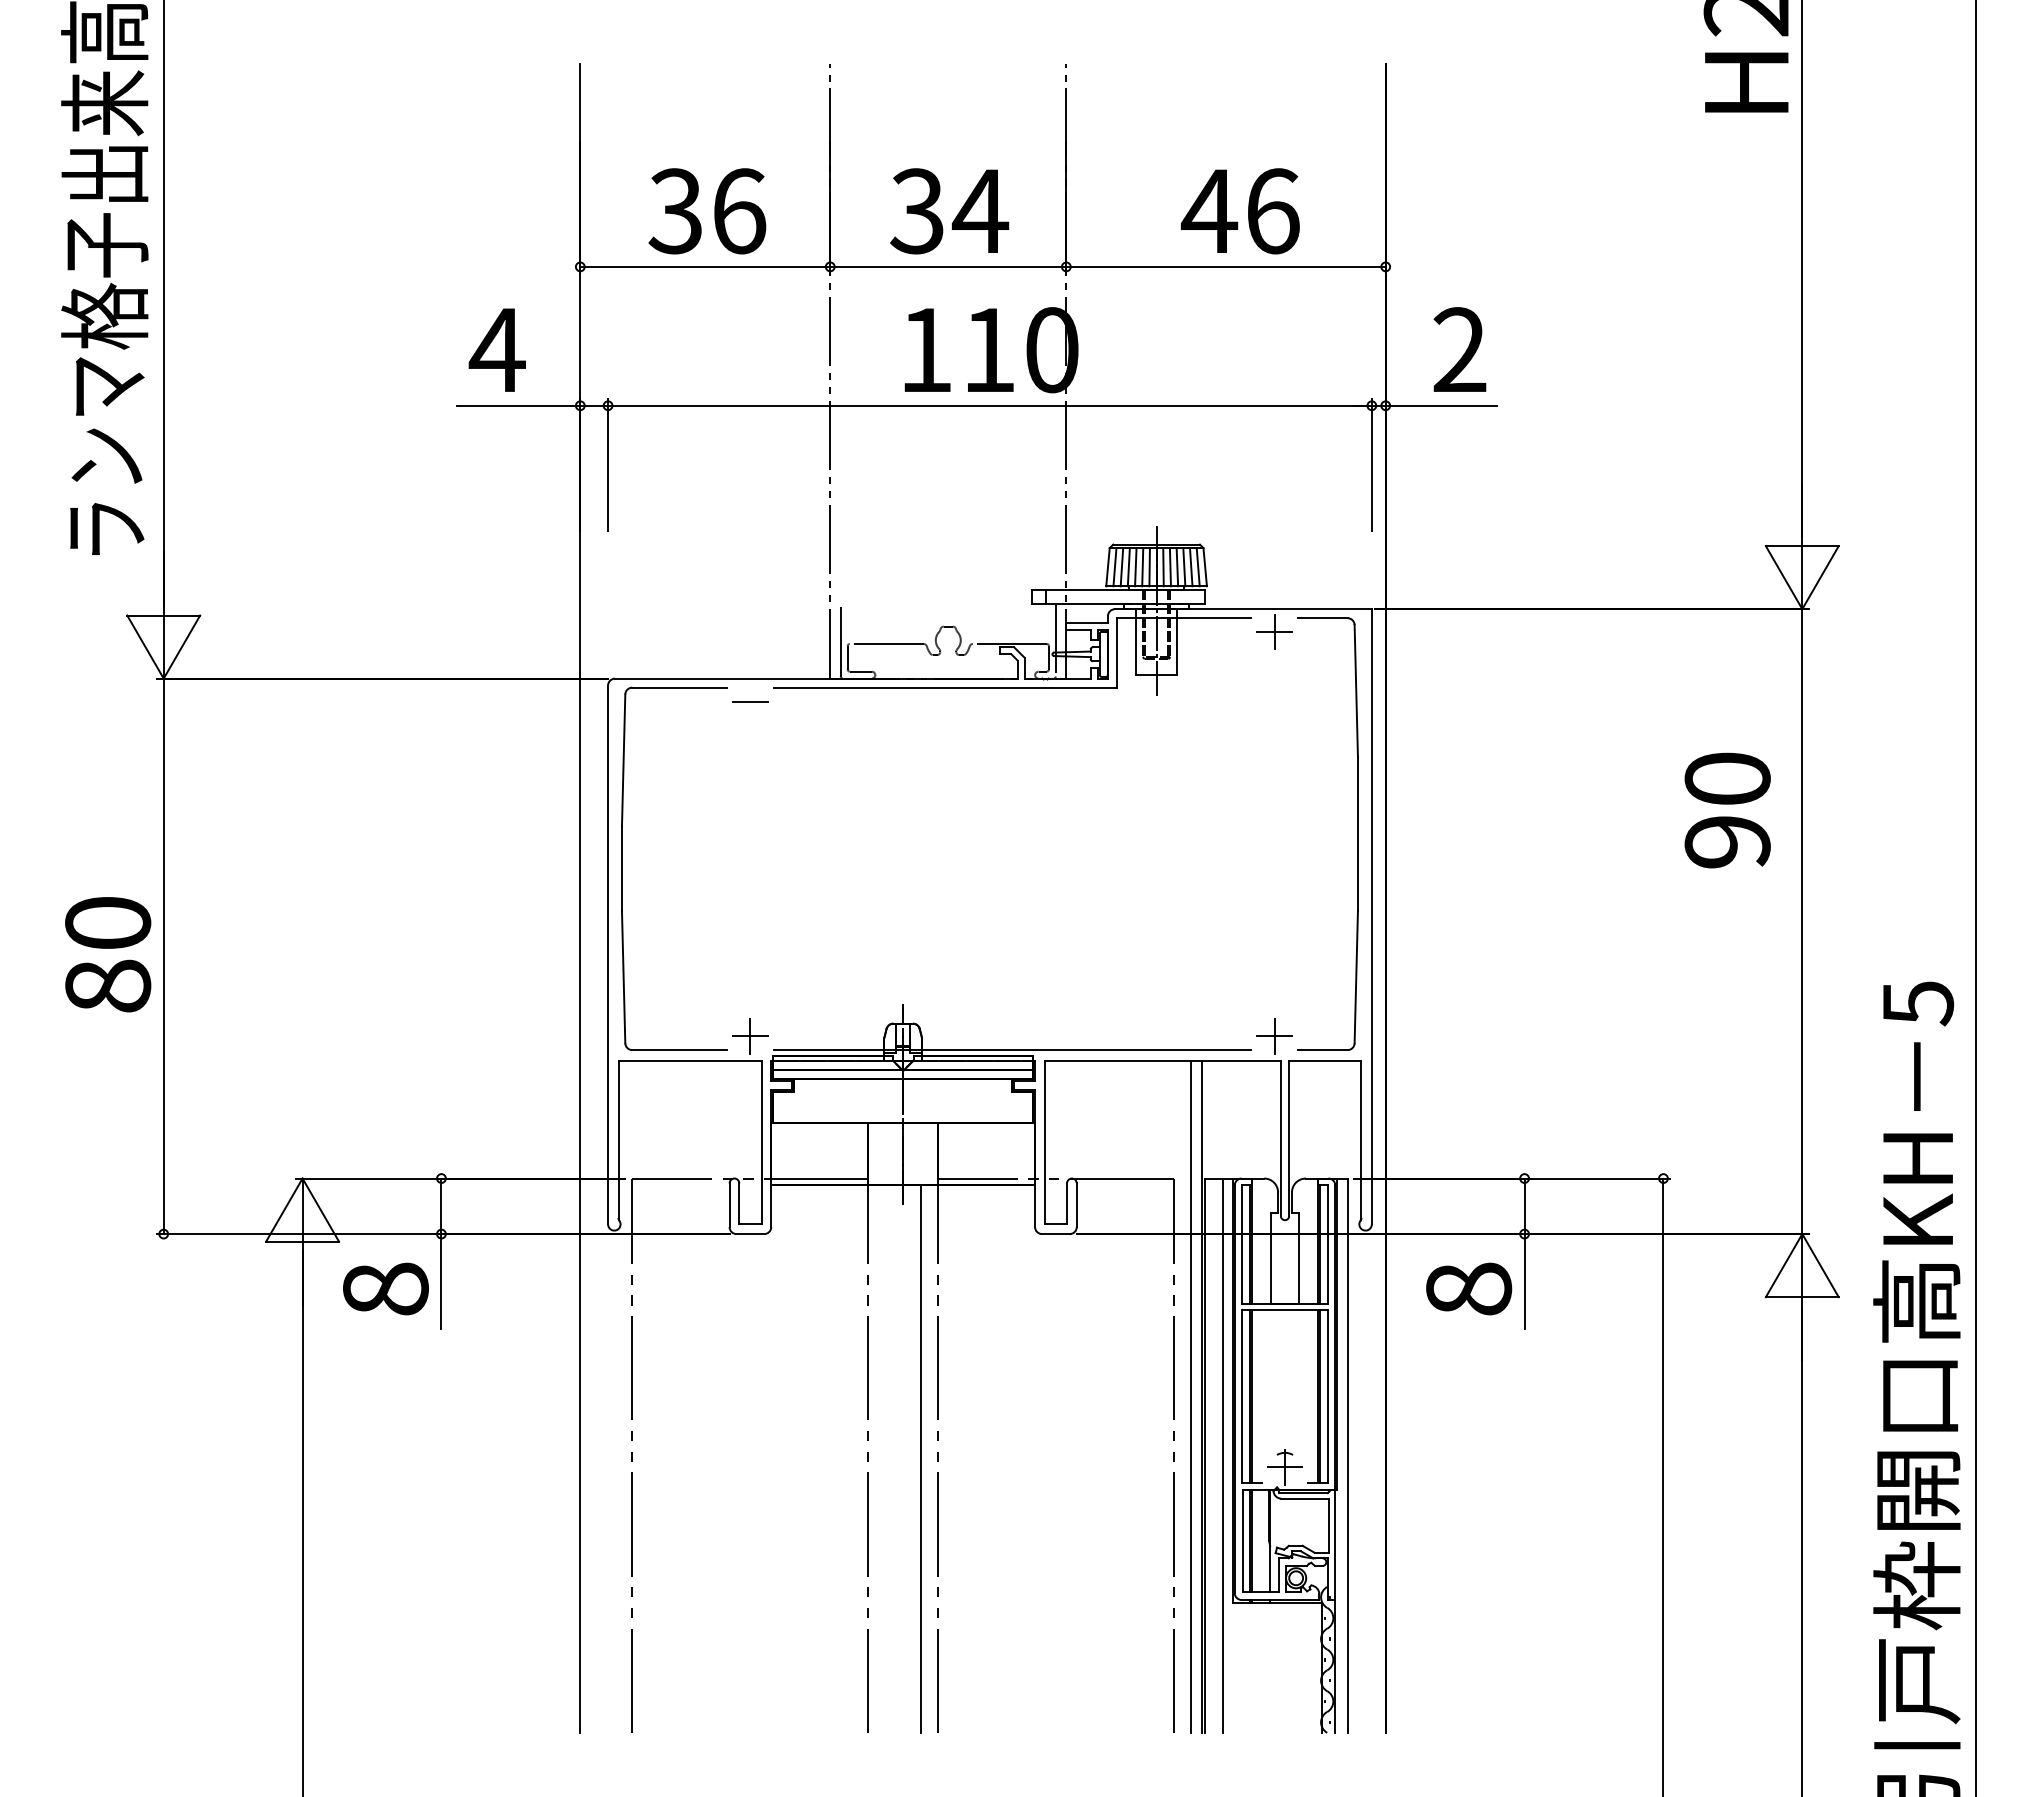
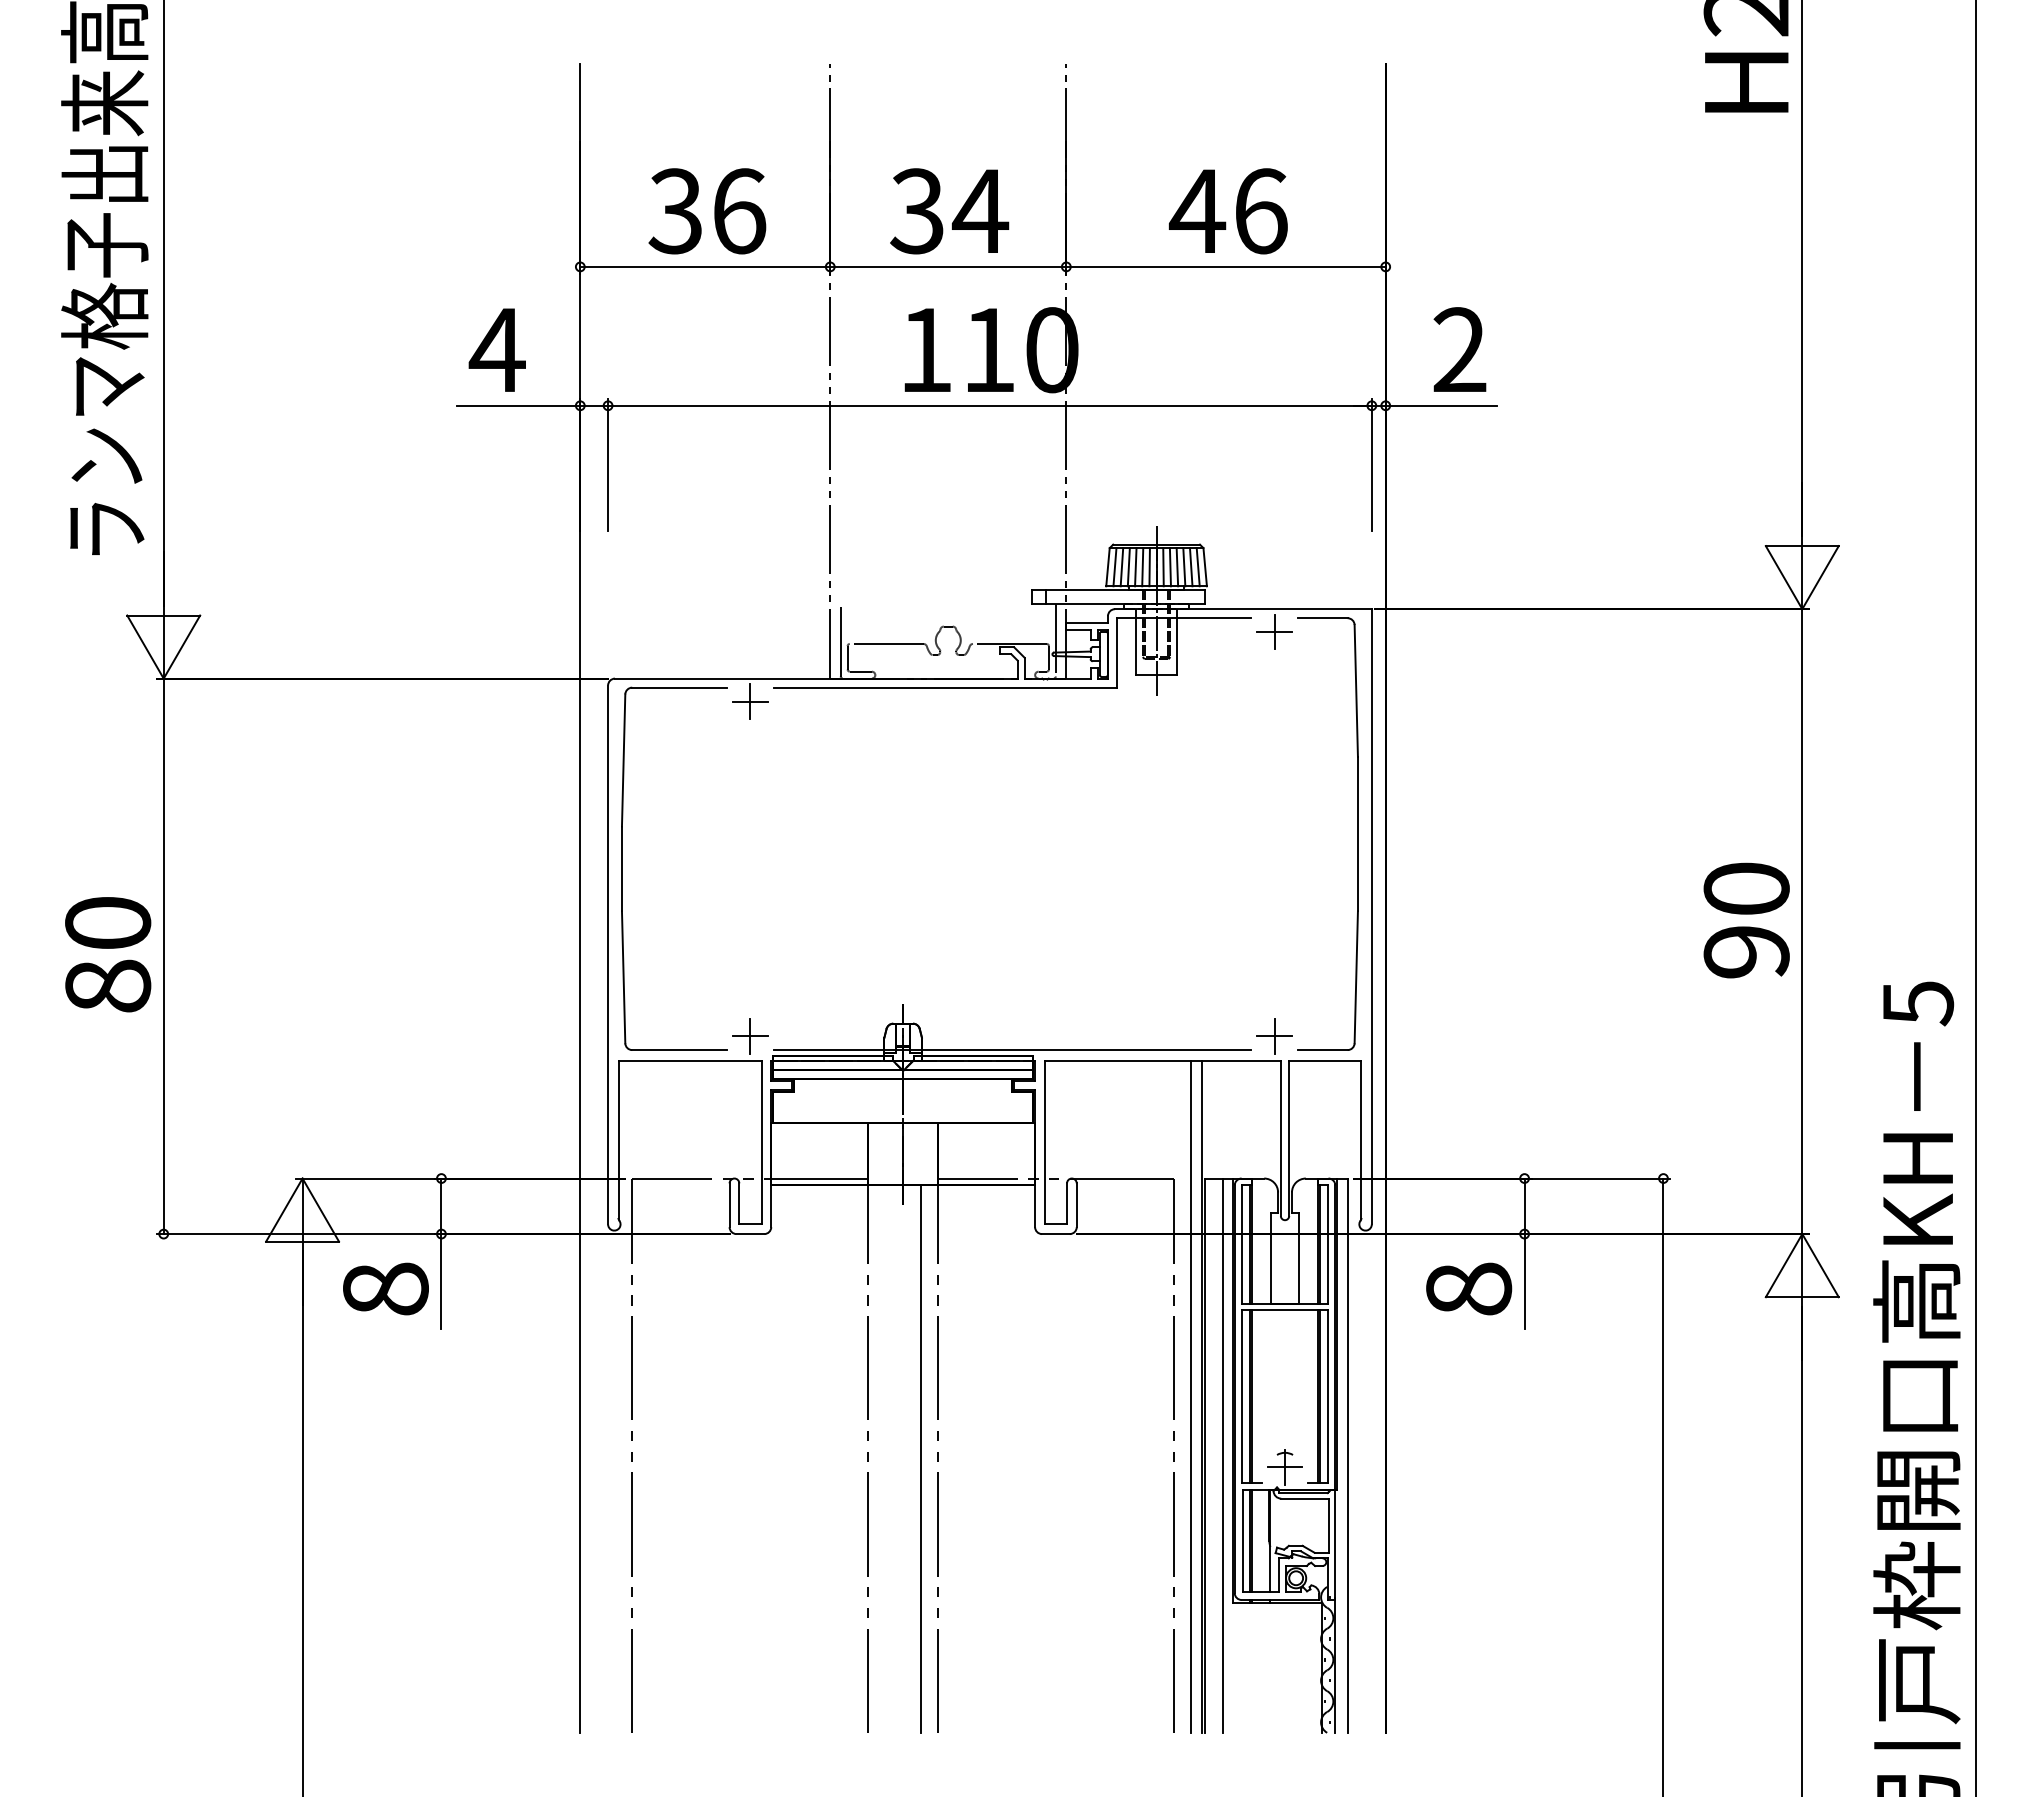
text at (1239, 211) position: (1239, 211) -> (1227, 211)
line at (750, 701): none -> present
text at (1727, 810) position: (1727, 810) -> (1746, 920)
